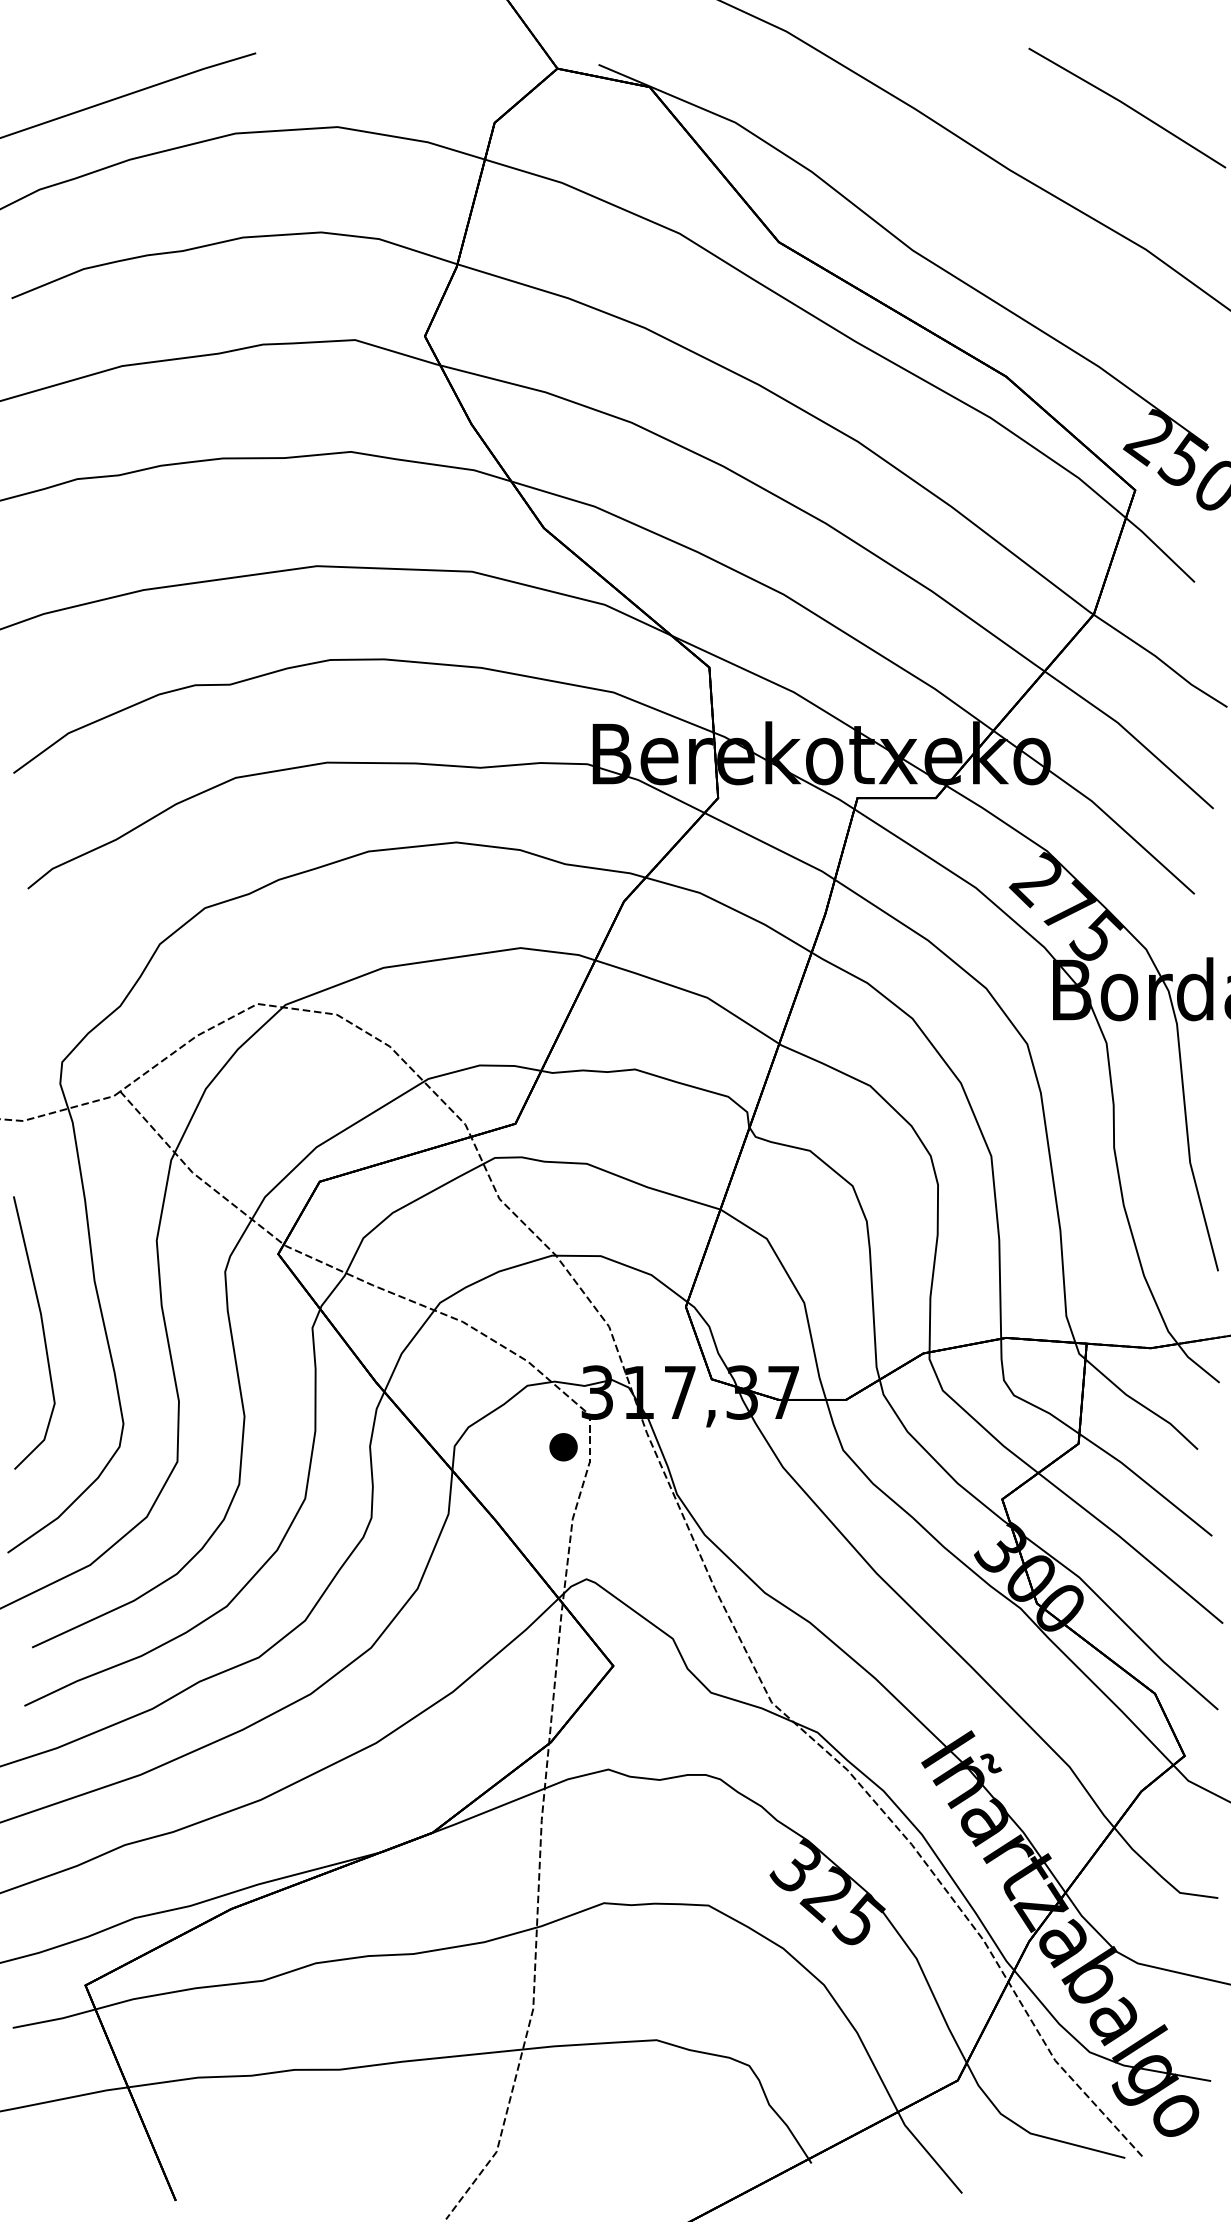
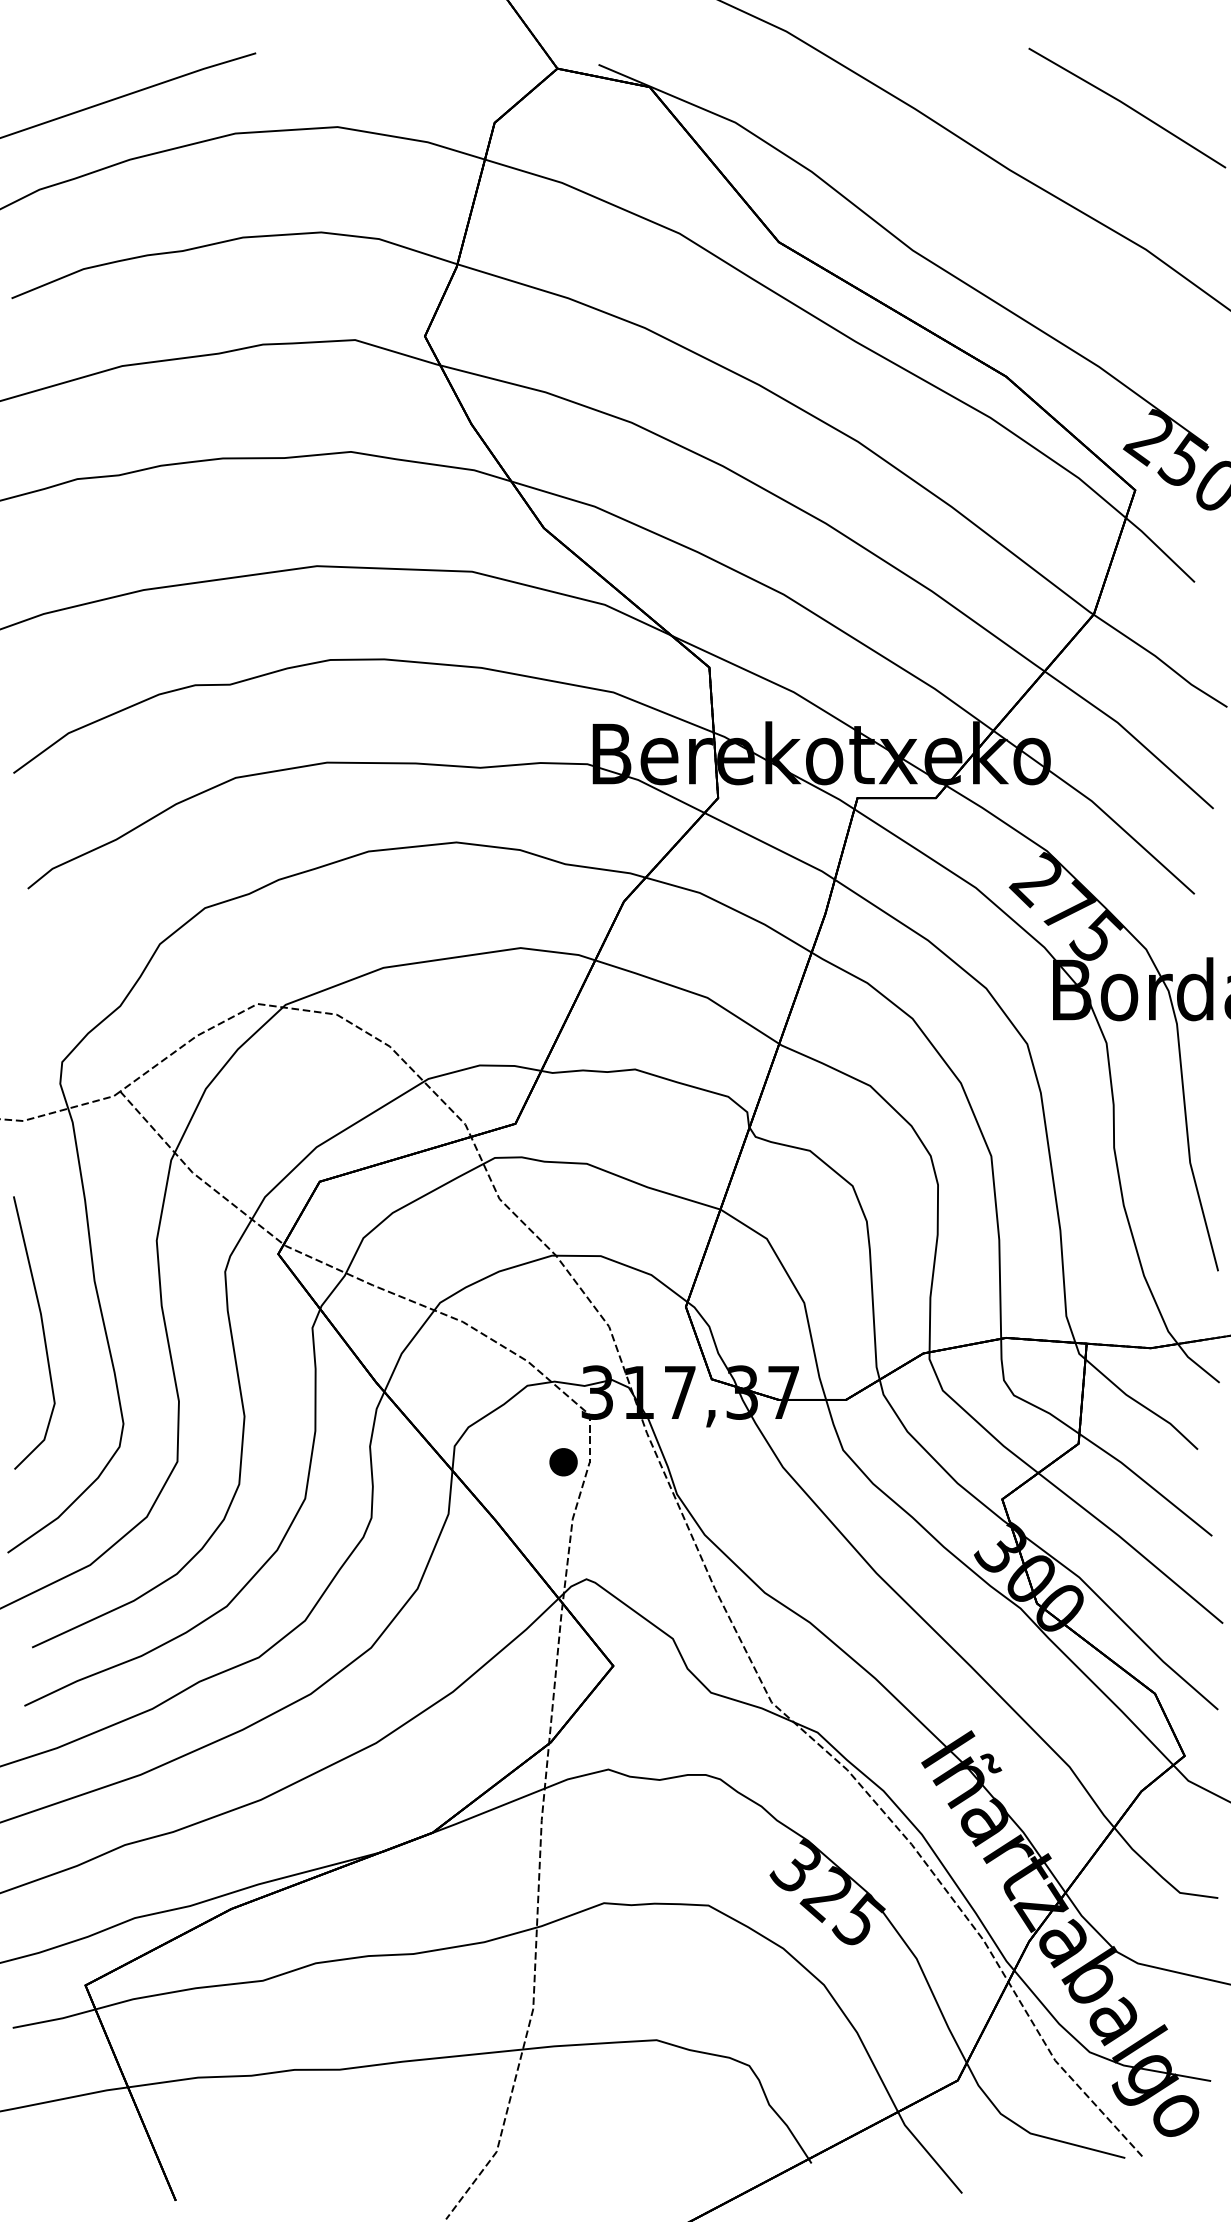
part at (563, 1447) position: (563, 1447) -> (563, 1462)
